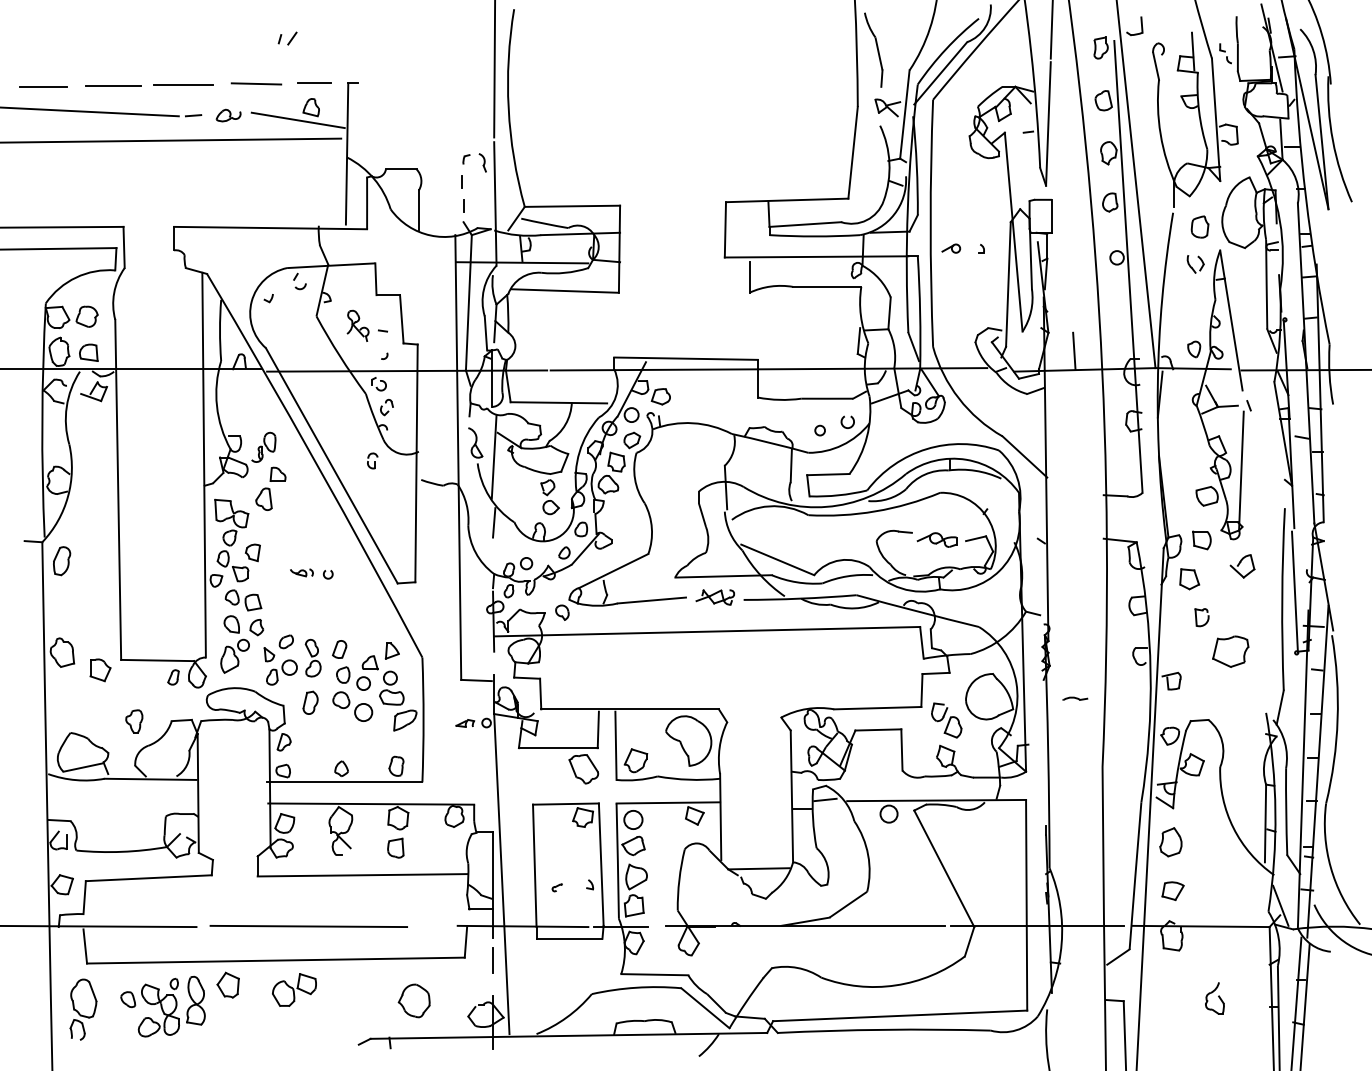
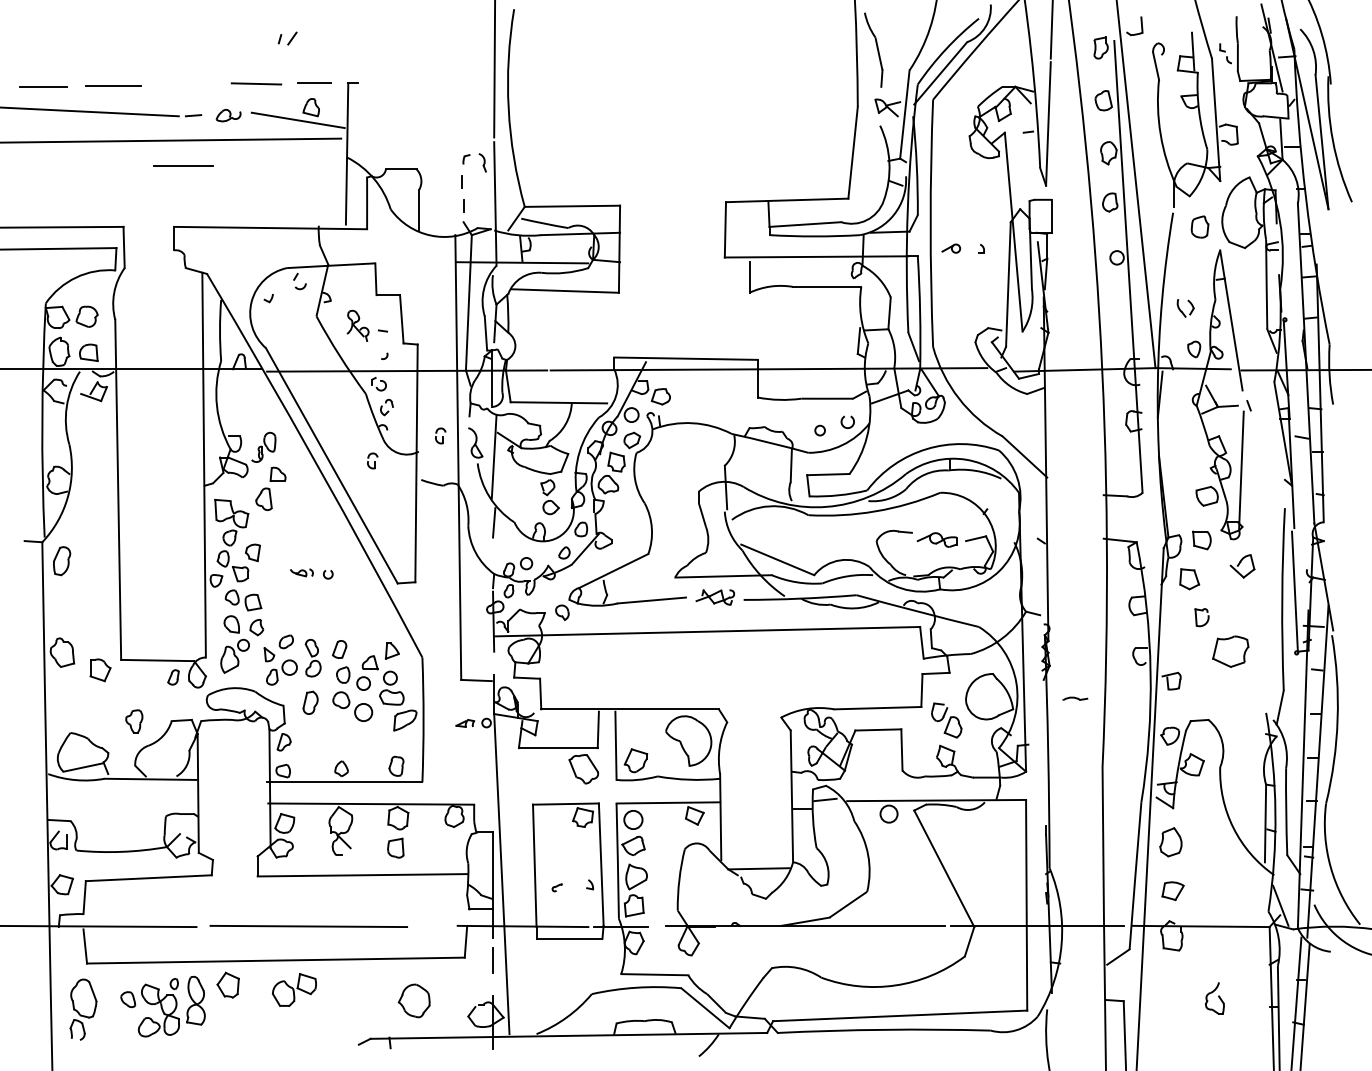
line at (183, 84) position: (183, 84) -> (183, 165)
part at (1195, 264) position: (1195, 264) -> (1185, 308)
line at (1074, 350): present -> none
part at (440, 435): none -> present
